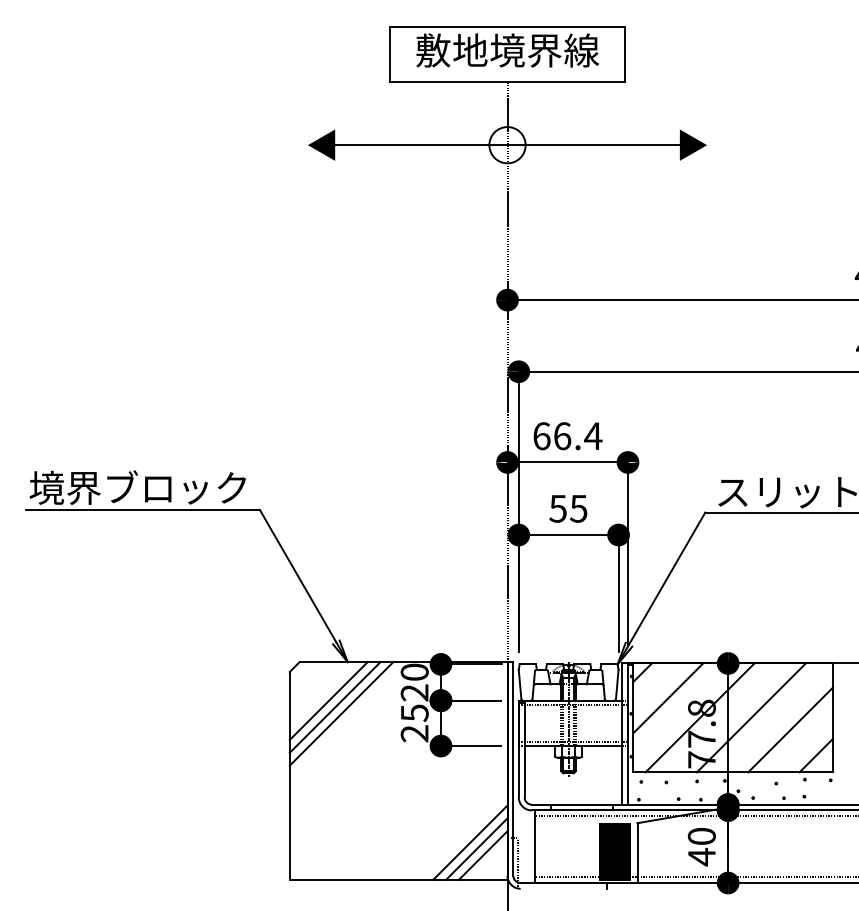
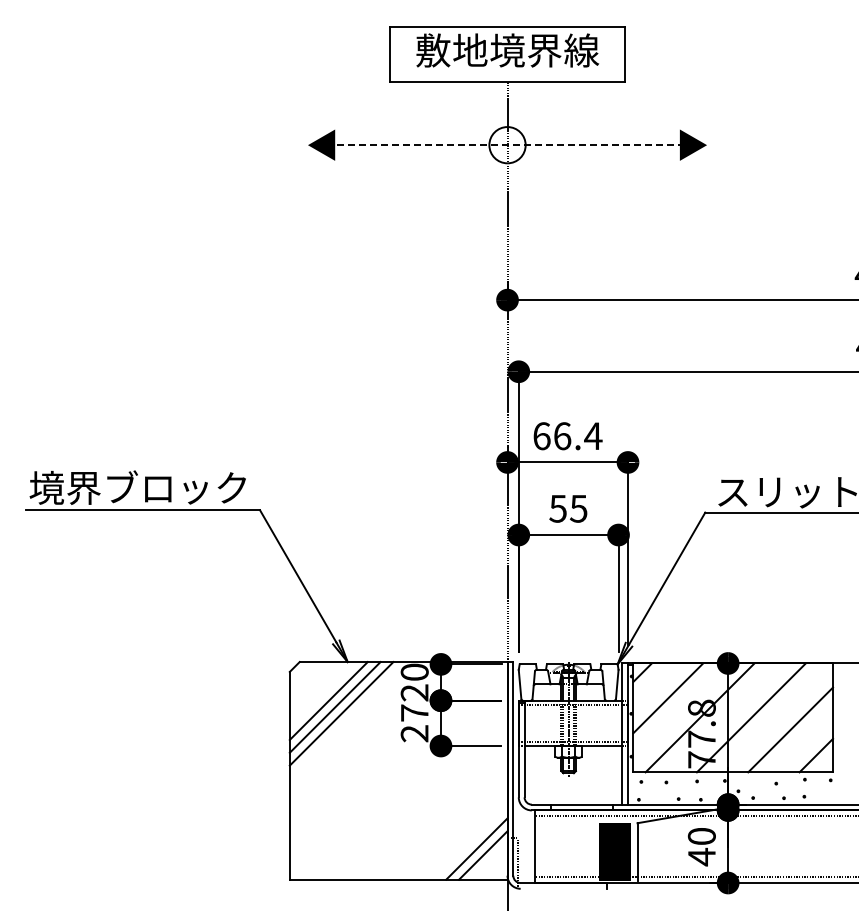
line at (508, 145): solid -> dashed
text at (414, 713): 25 -> 27
line at (470, 842): present -> none
